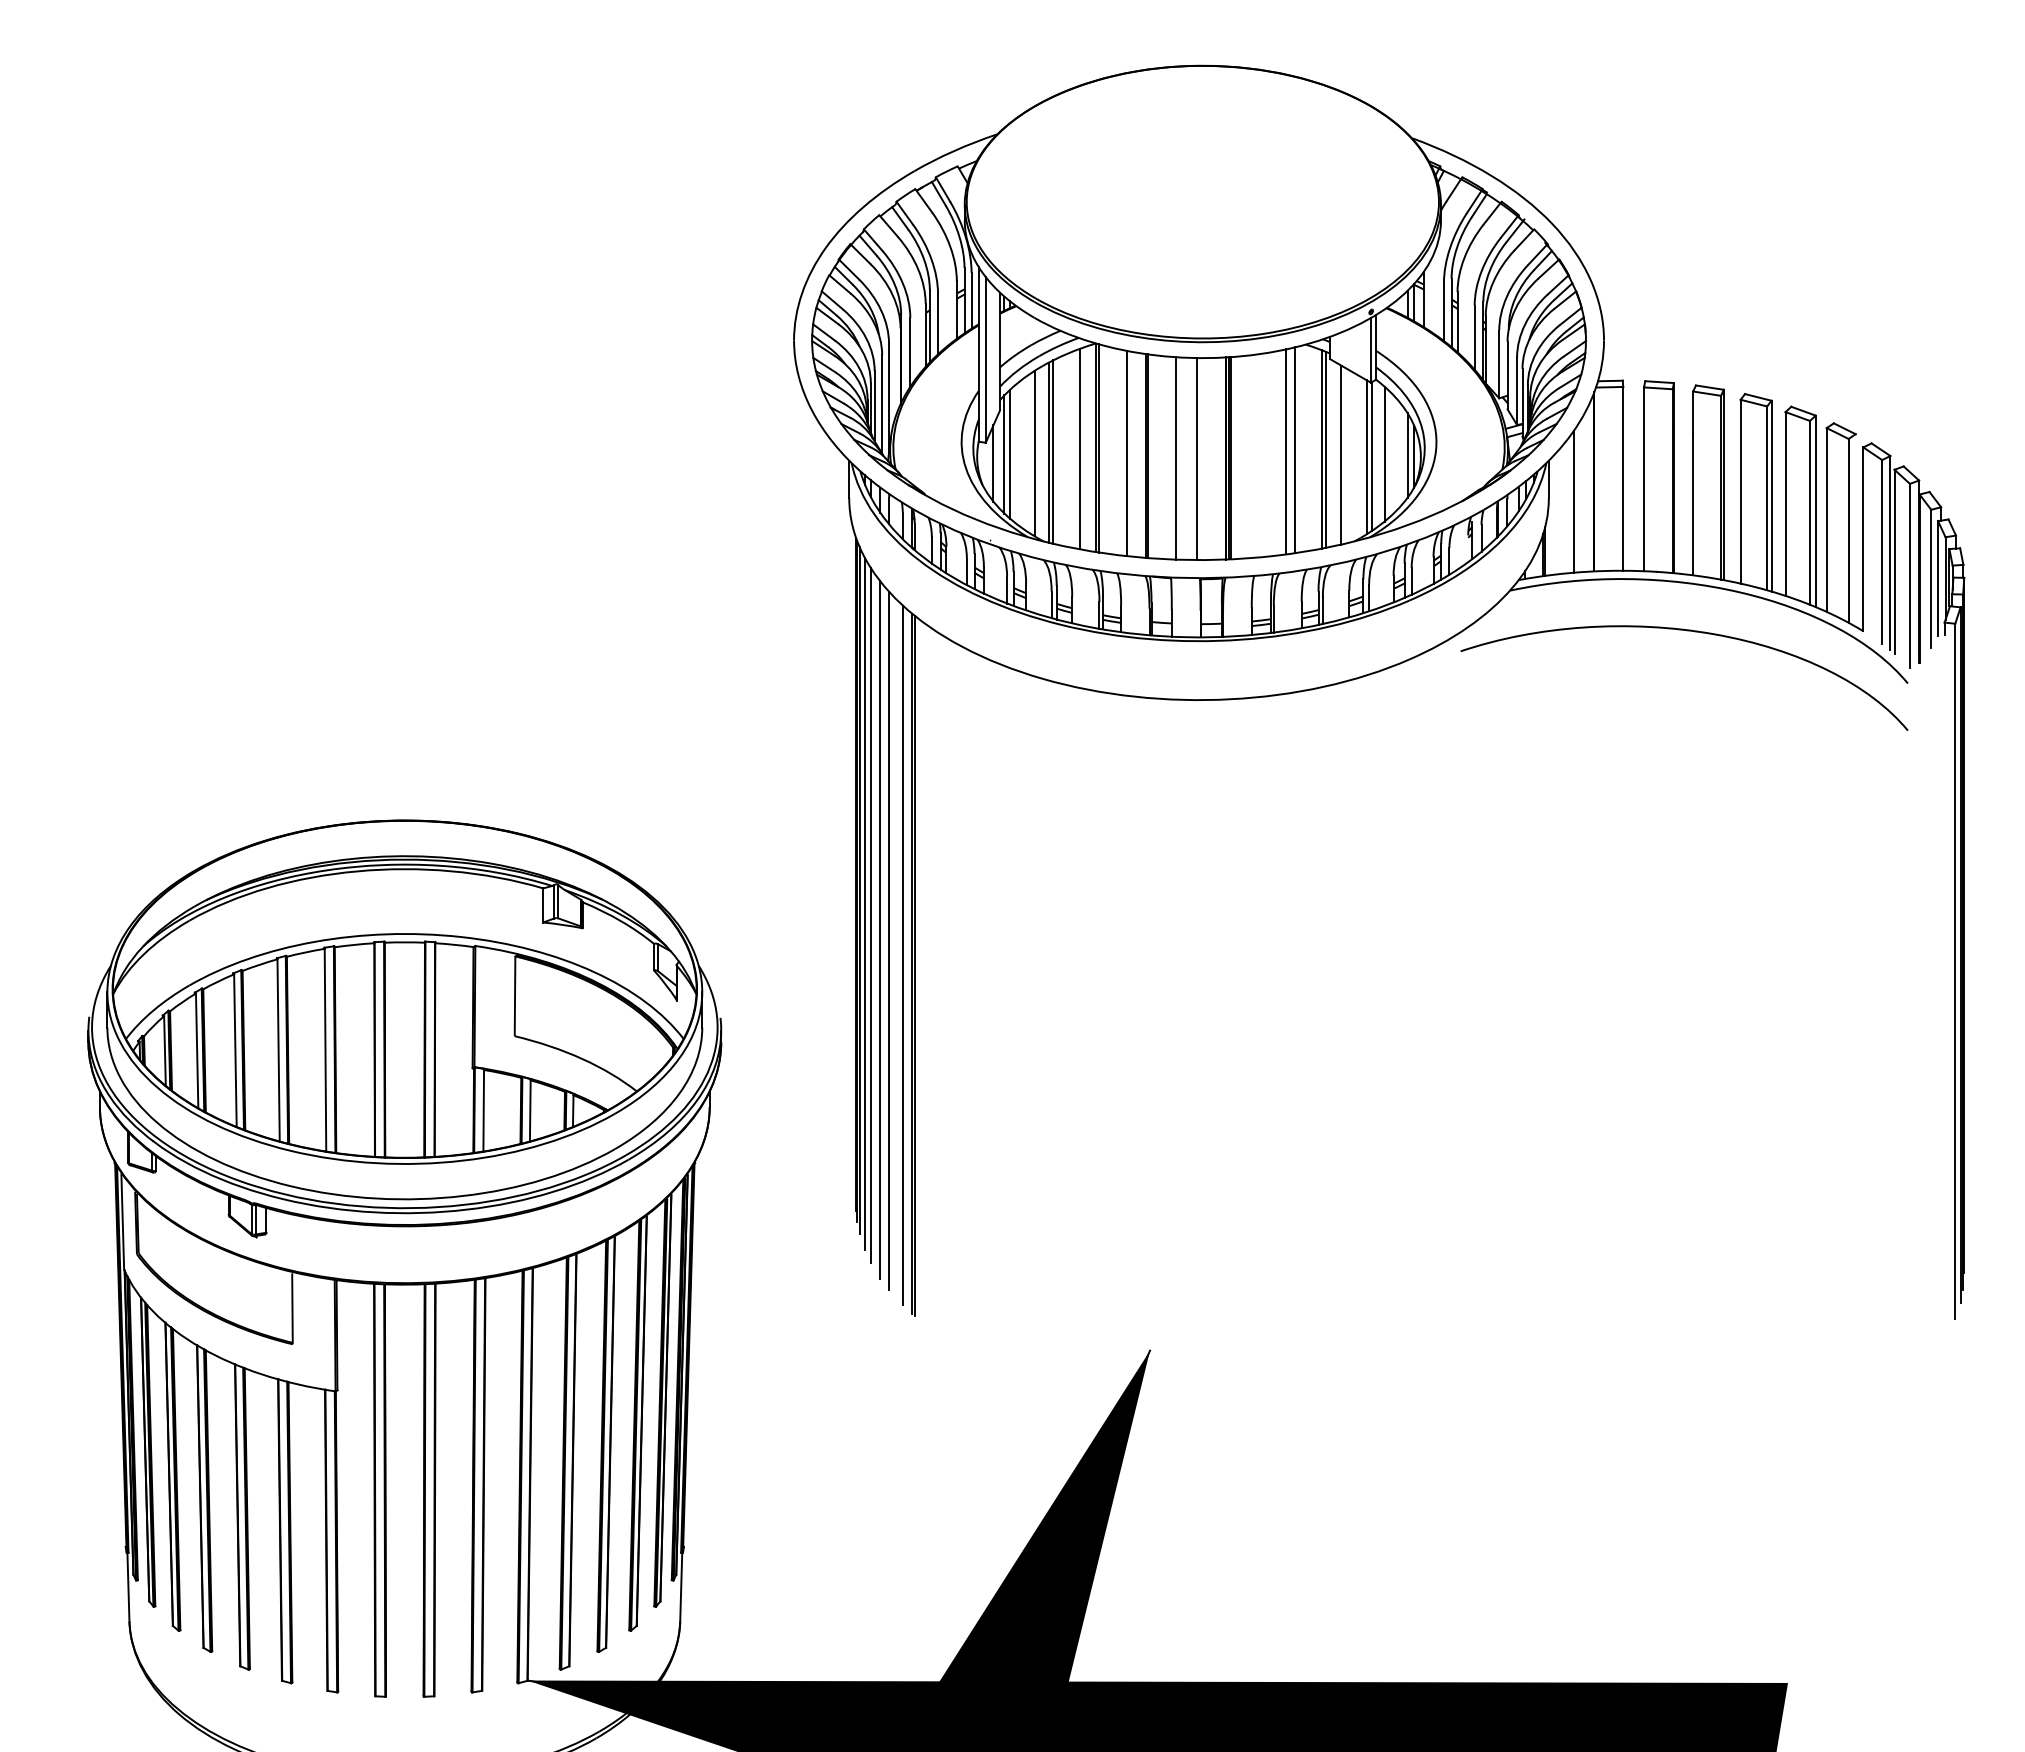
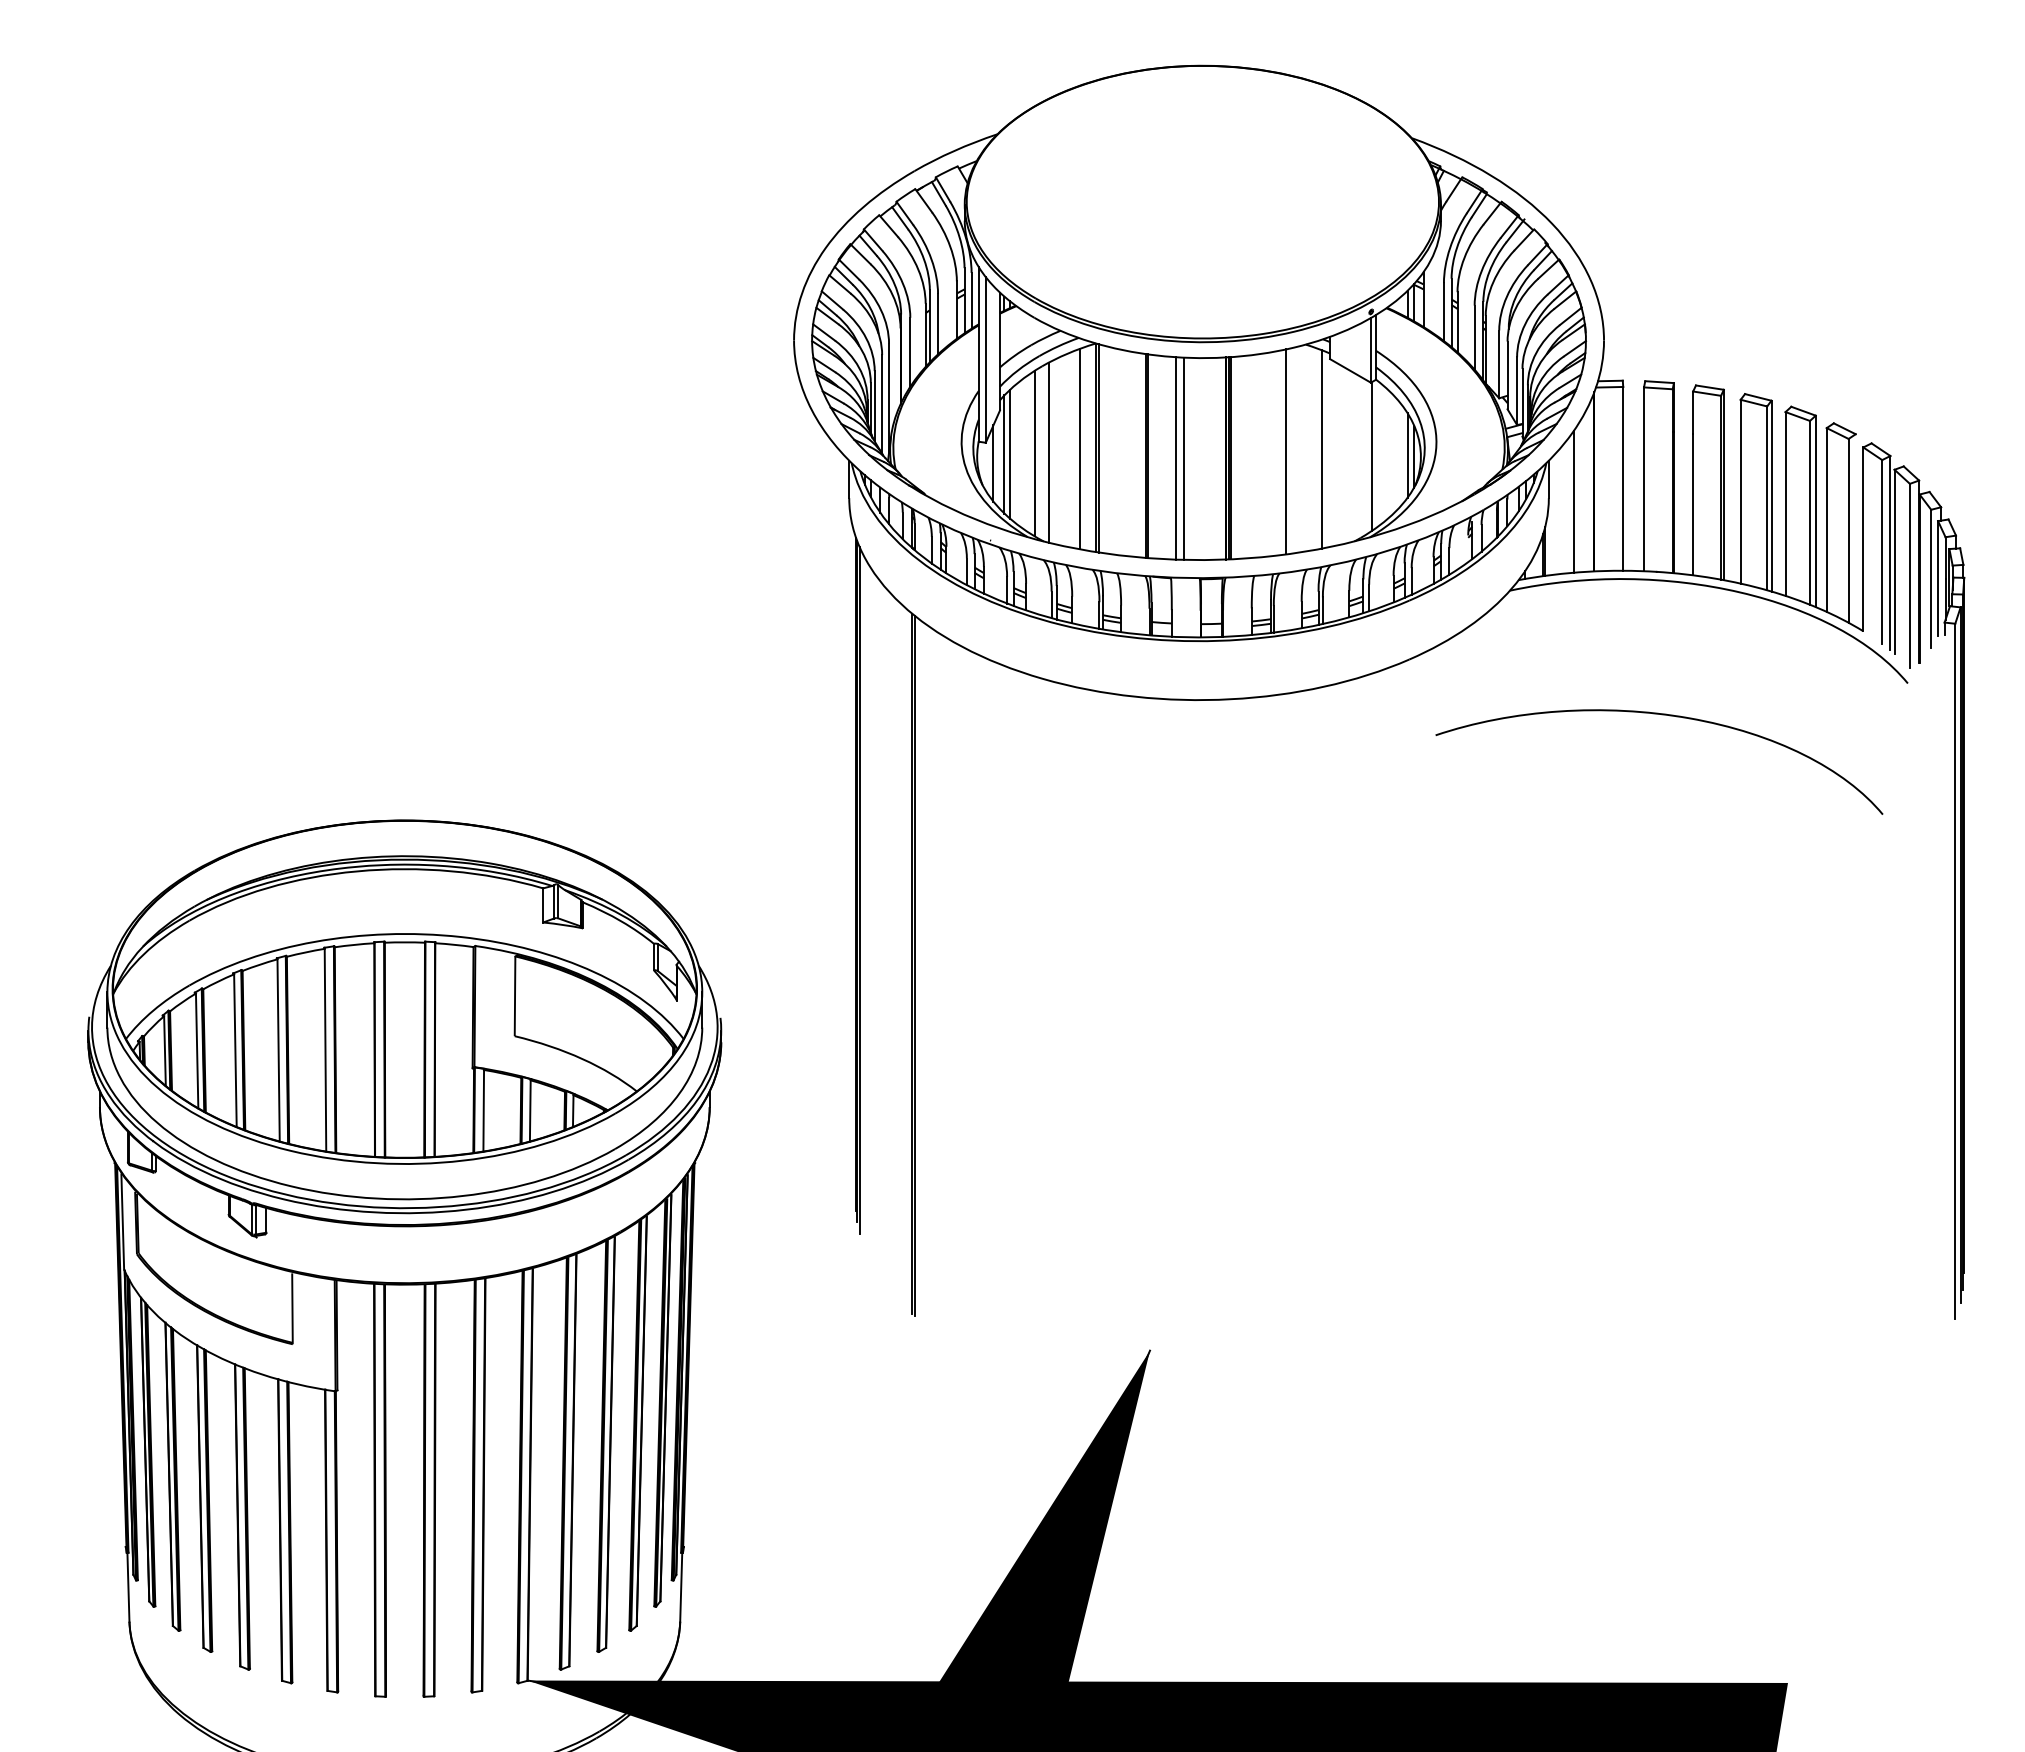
line at (1325, 449): present -> none
line at (1295, 450): present -> none
line at (1053, 451): present -> none
line at (1127, 453): present -> none
line at (1384, 453): present -> none
line at (1341, 454): present -> none
line at (1366, 457): present -> none
line at (1197, 459) position: (1197, 459) -> (1184, 459)
curve at (1686, 631) position: (1686, 631) -> (1661, 715)
line at (864, 904): present -> none
line at (870, 914): present -> none
line at (880, 929): present -> none
line at (889, 940): present -> none
line at (902, 955): present -> none
